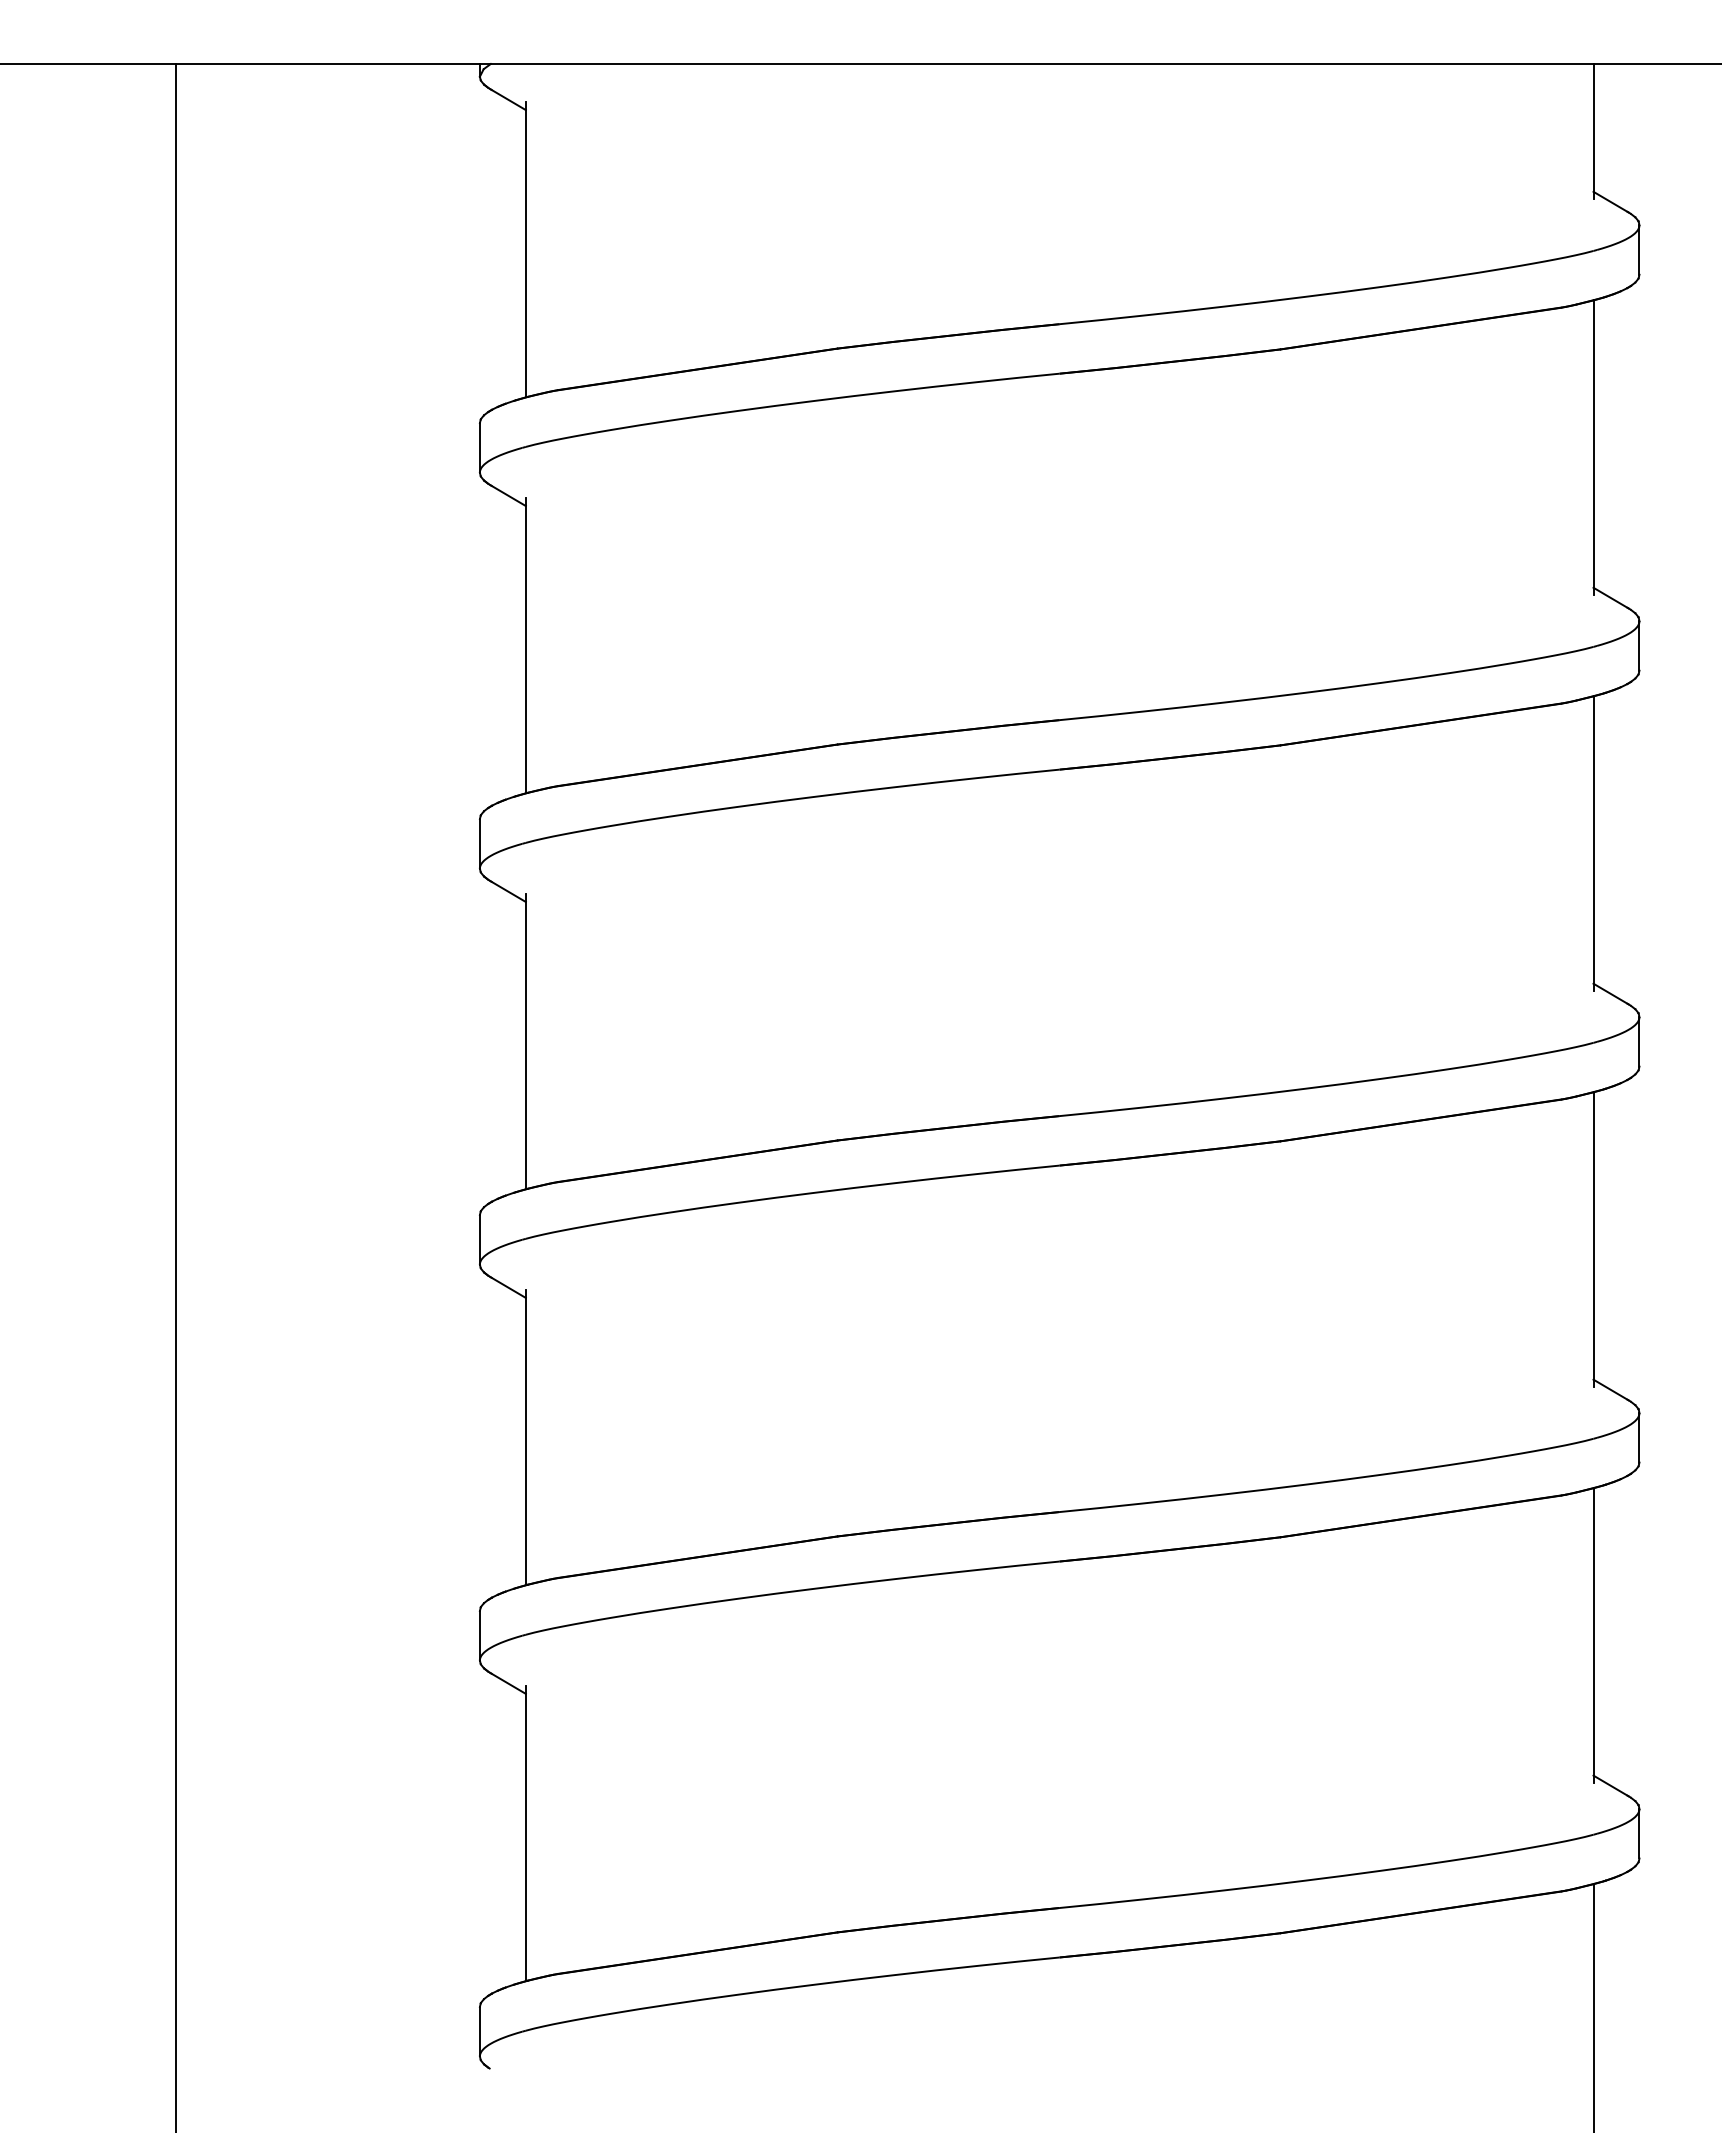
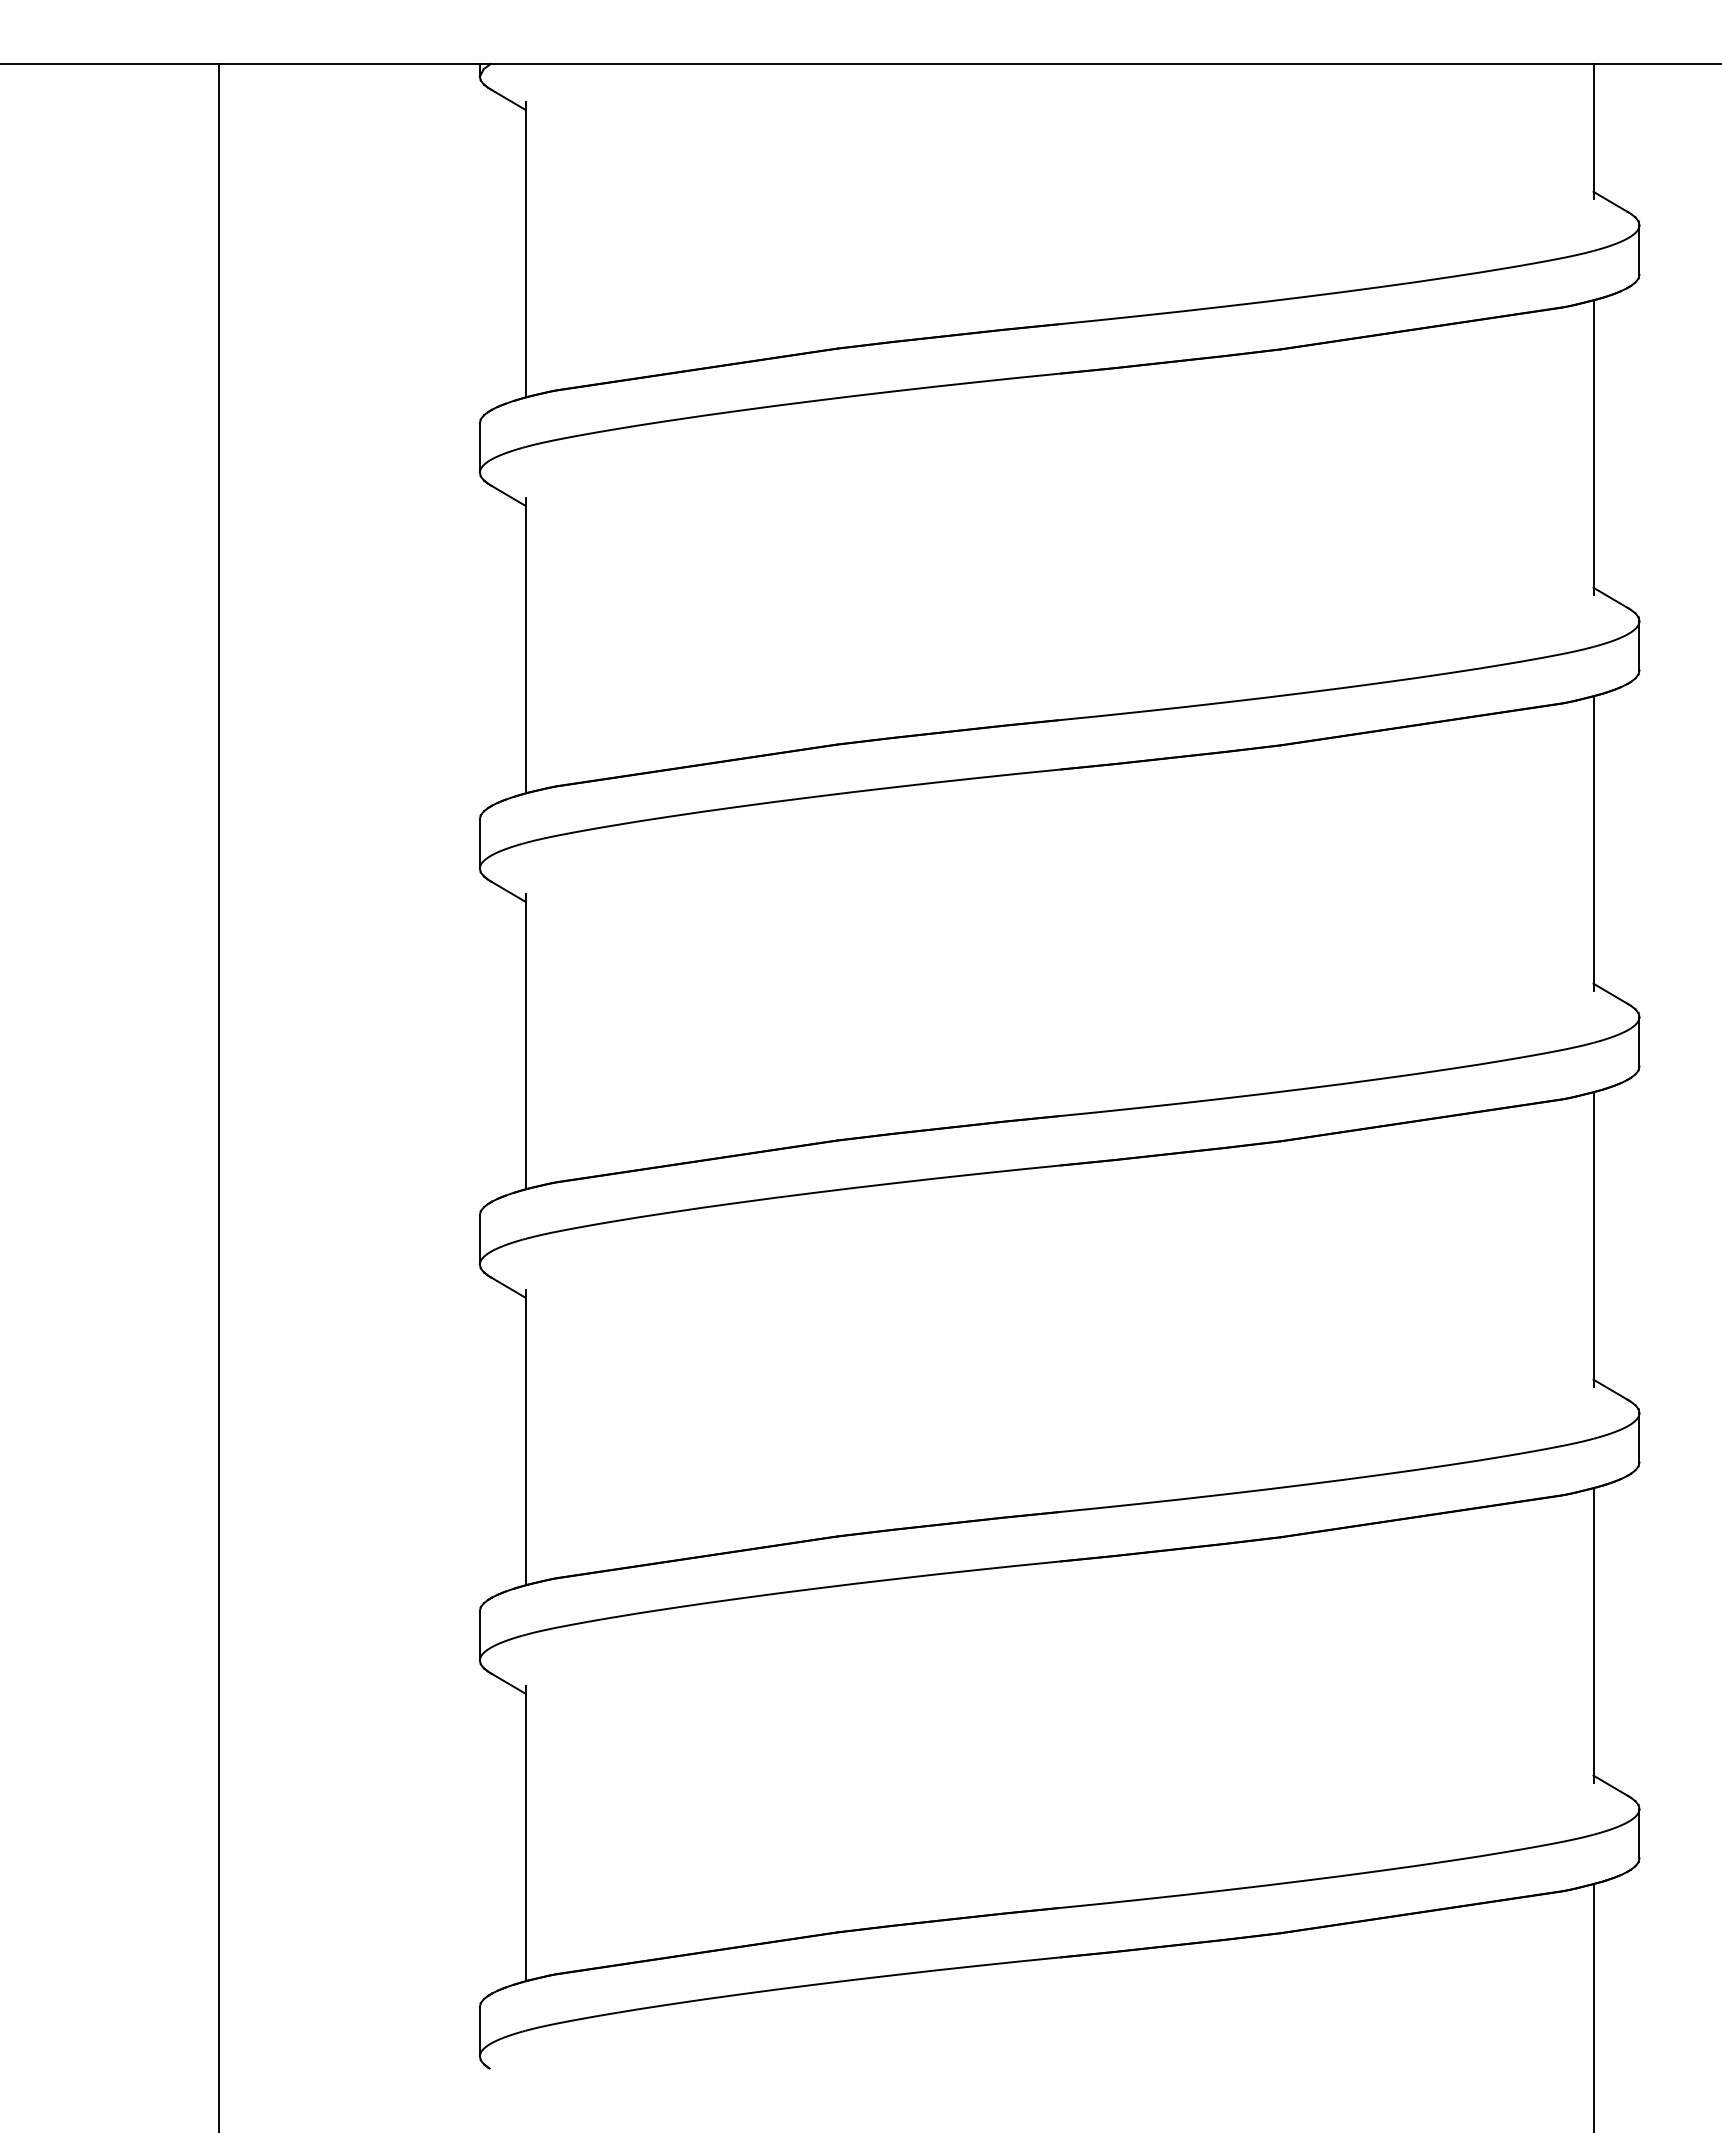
line at (175, 1096) position: (175, 1096) -> (218, 1096)
